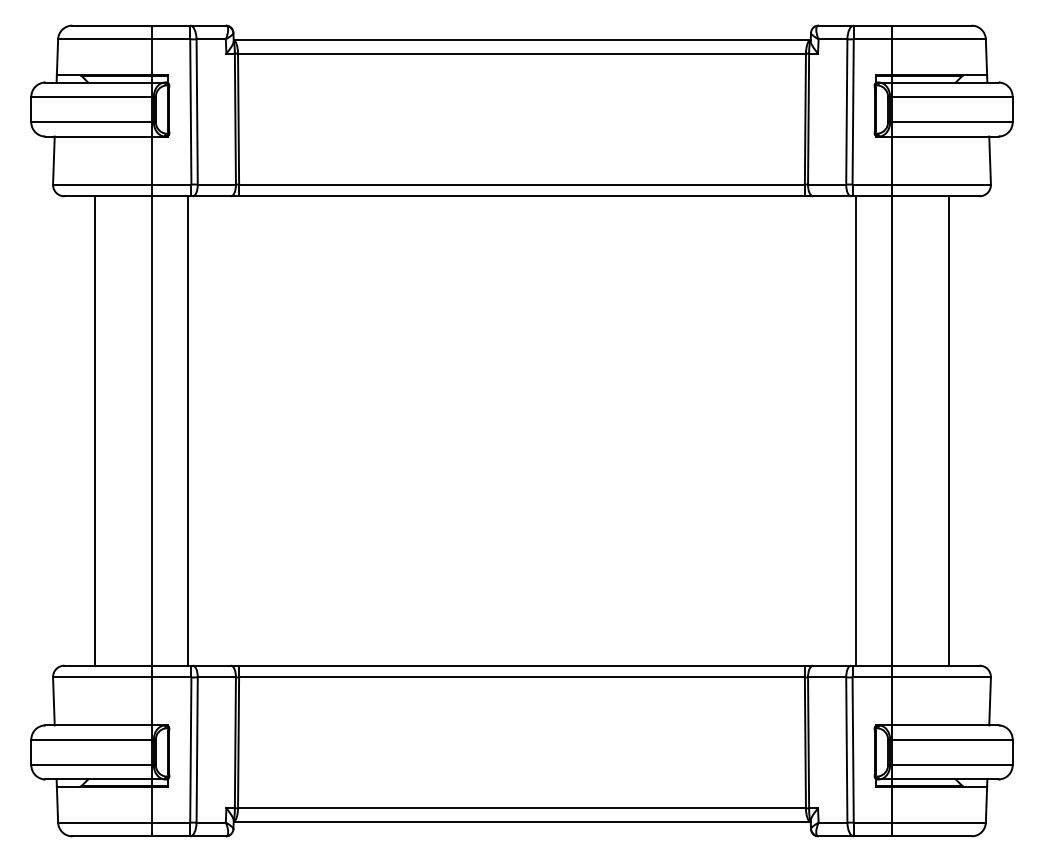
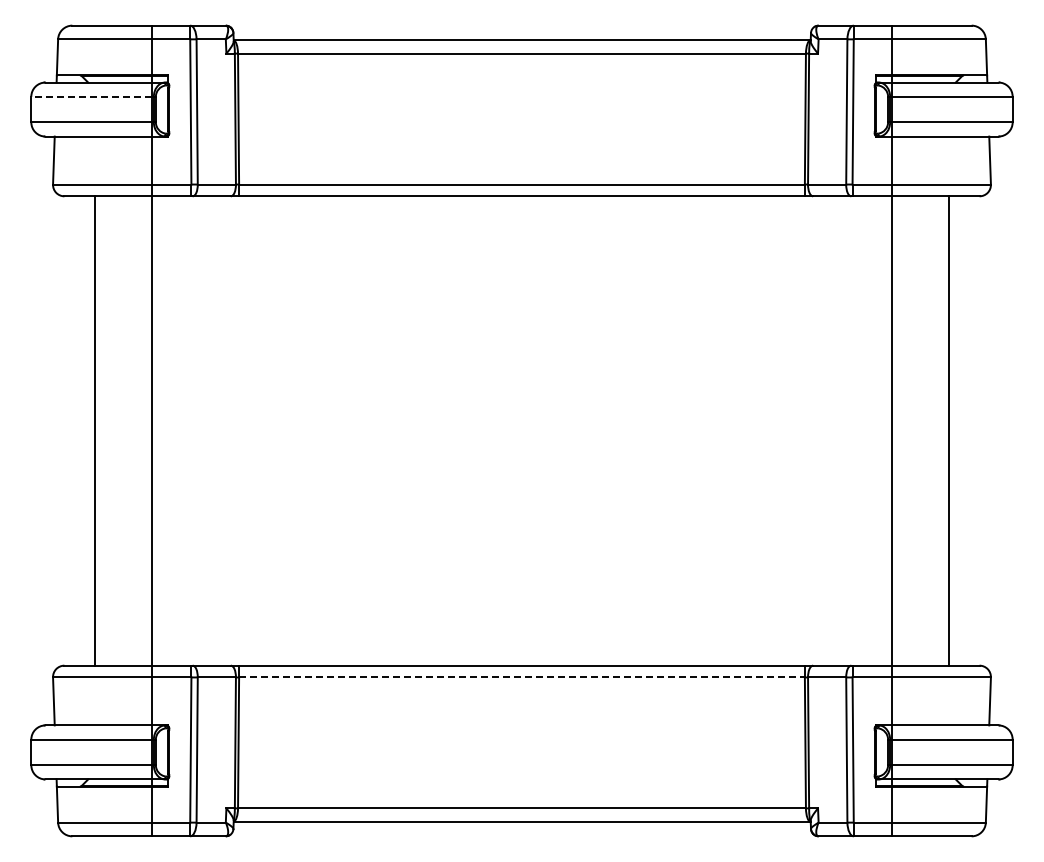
line at (91, 96): solid -> dashed
line at (187, 430): present -> none
line at (856, 430): present -> none
line at (521, 677): solid -> dashed
